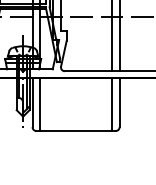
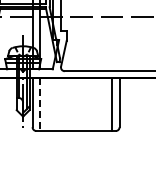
line at (112, 36): present -> none
line at (119, 36): present -> none
line at (40, 105): solid -> dashed
